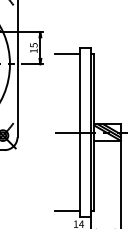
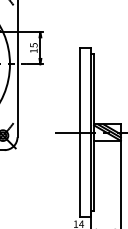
line at (67, 54): present -> none
line at (67, 211): present -> none
